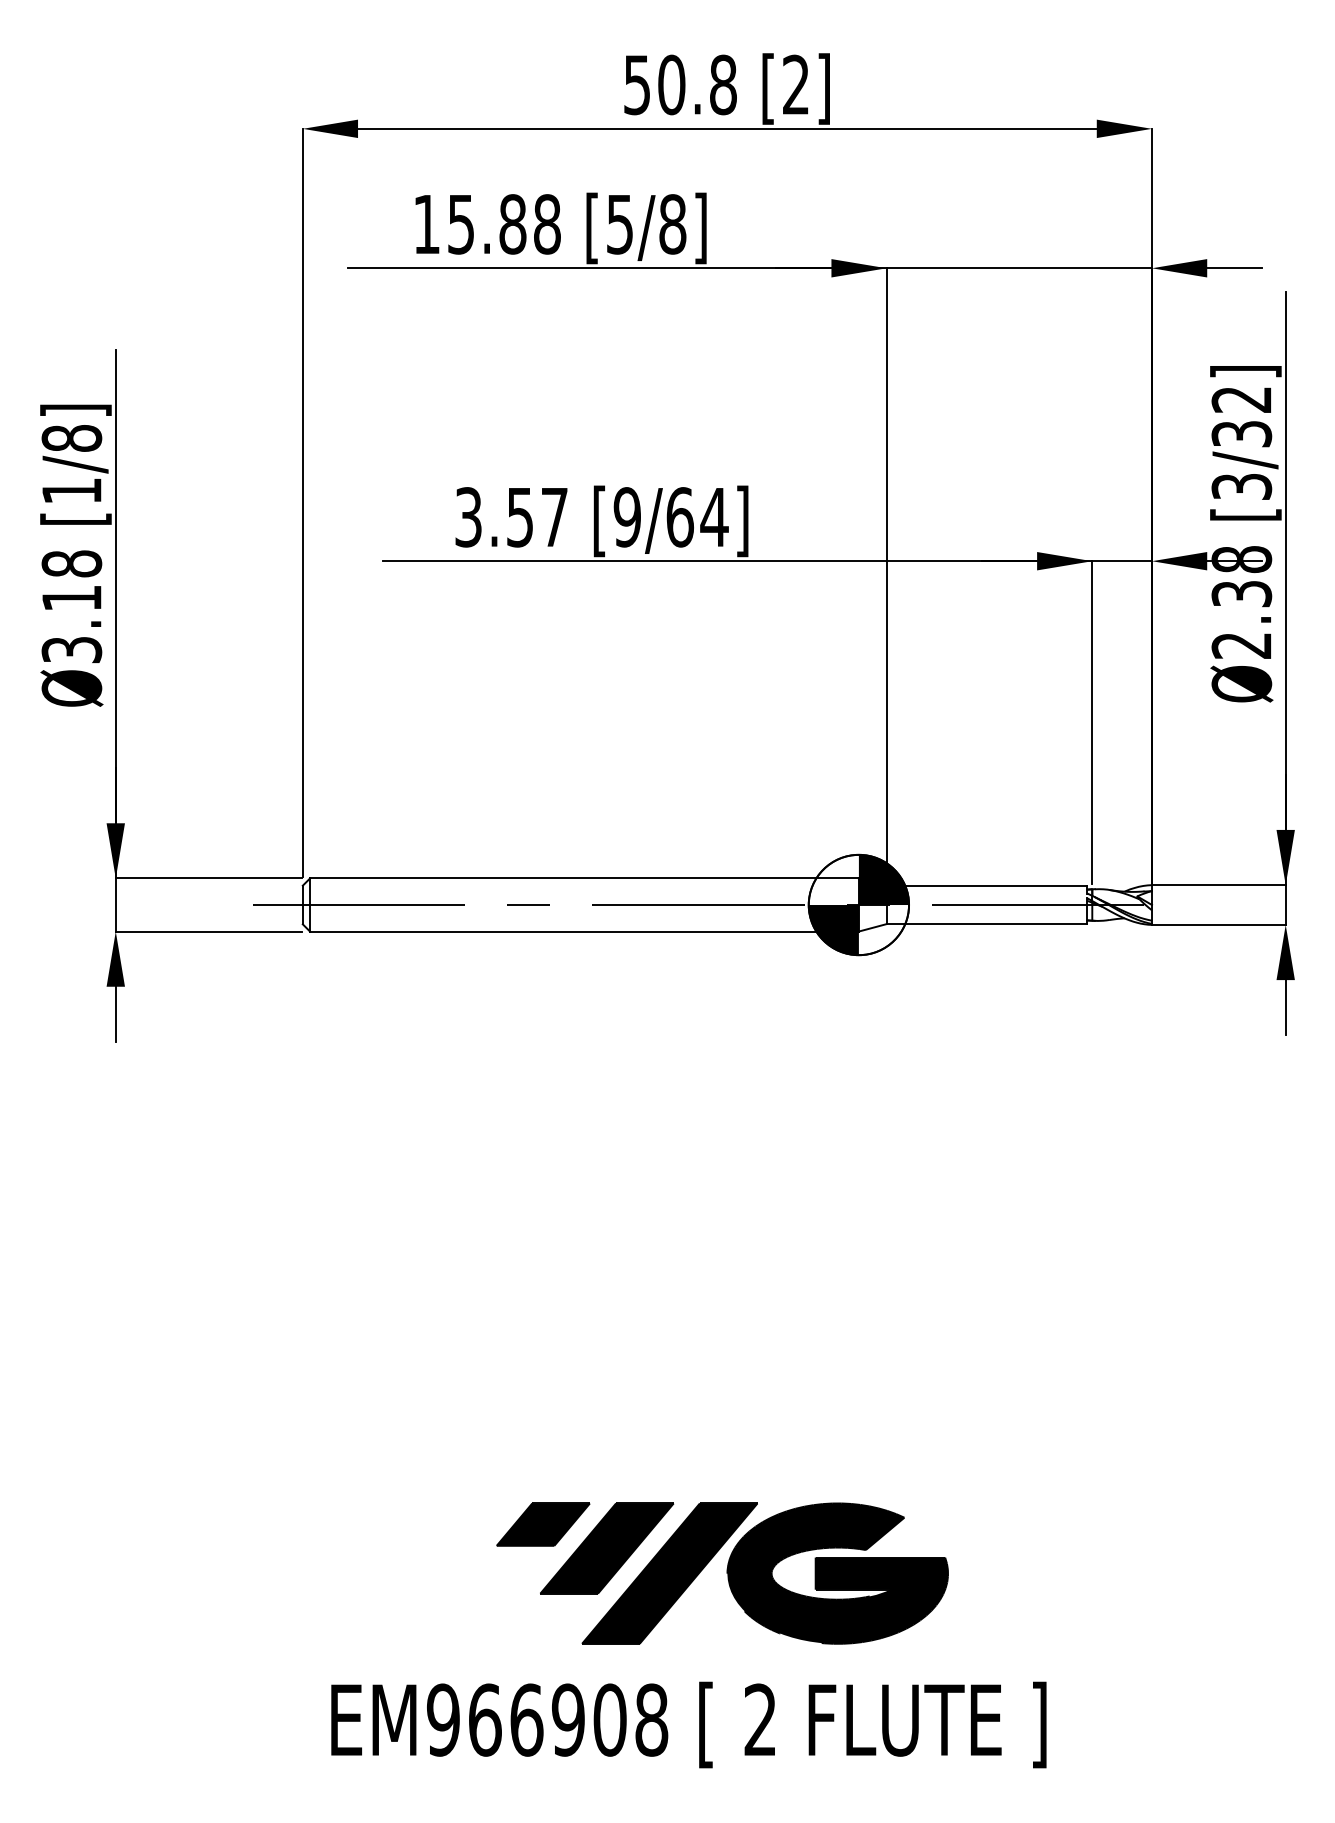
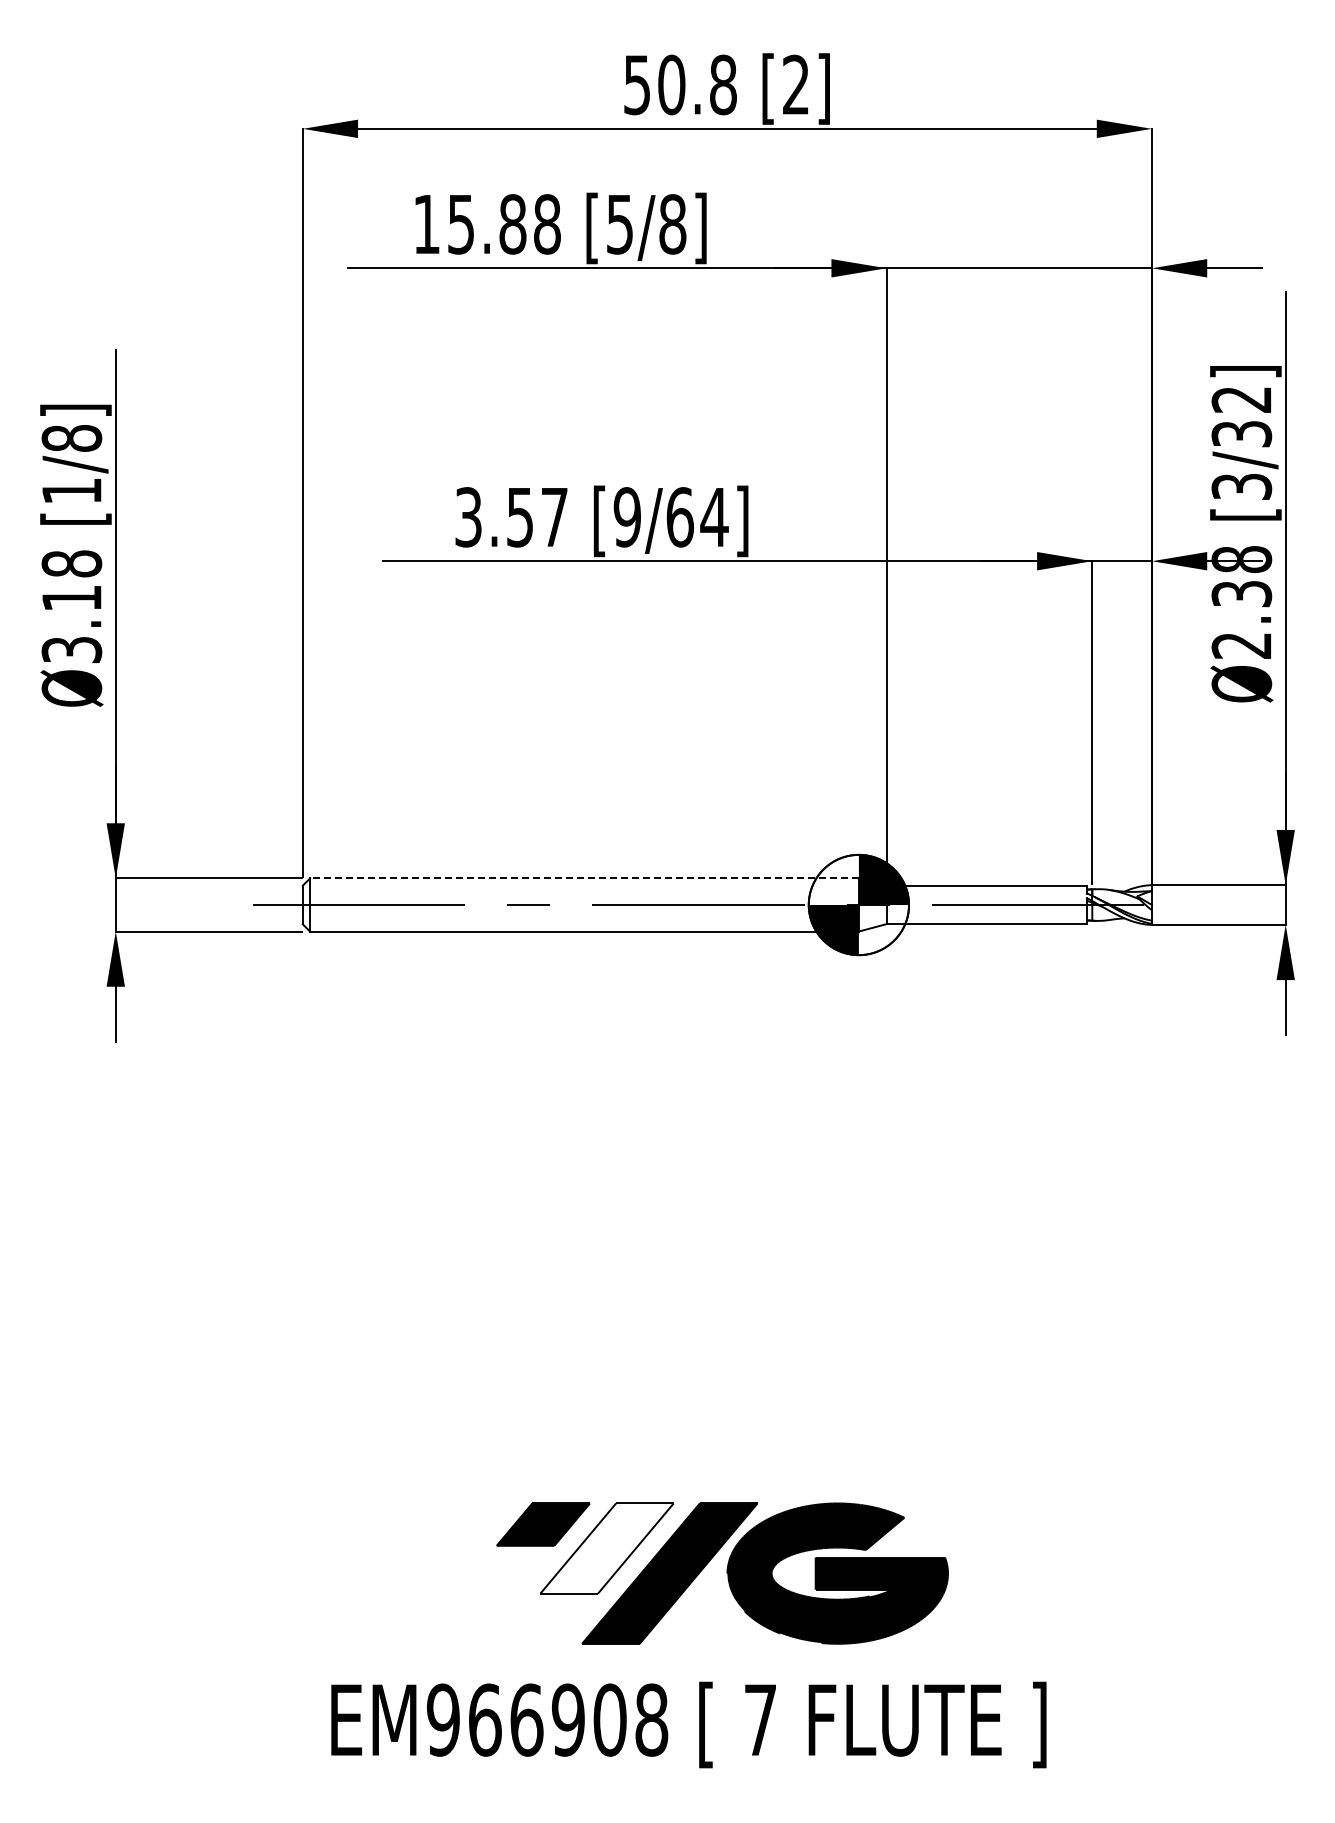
line at (583, 878): solid -> dashed
fill at (606, 1548): present -> none
text at (759, 1719): 2 -> 7
